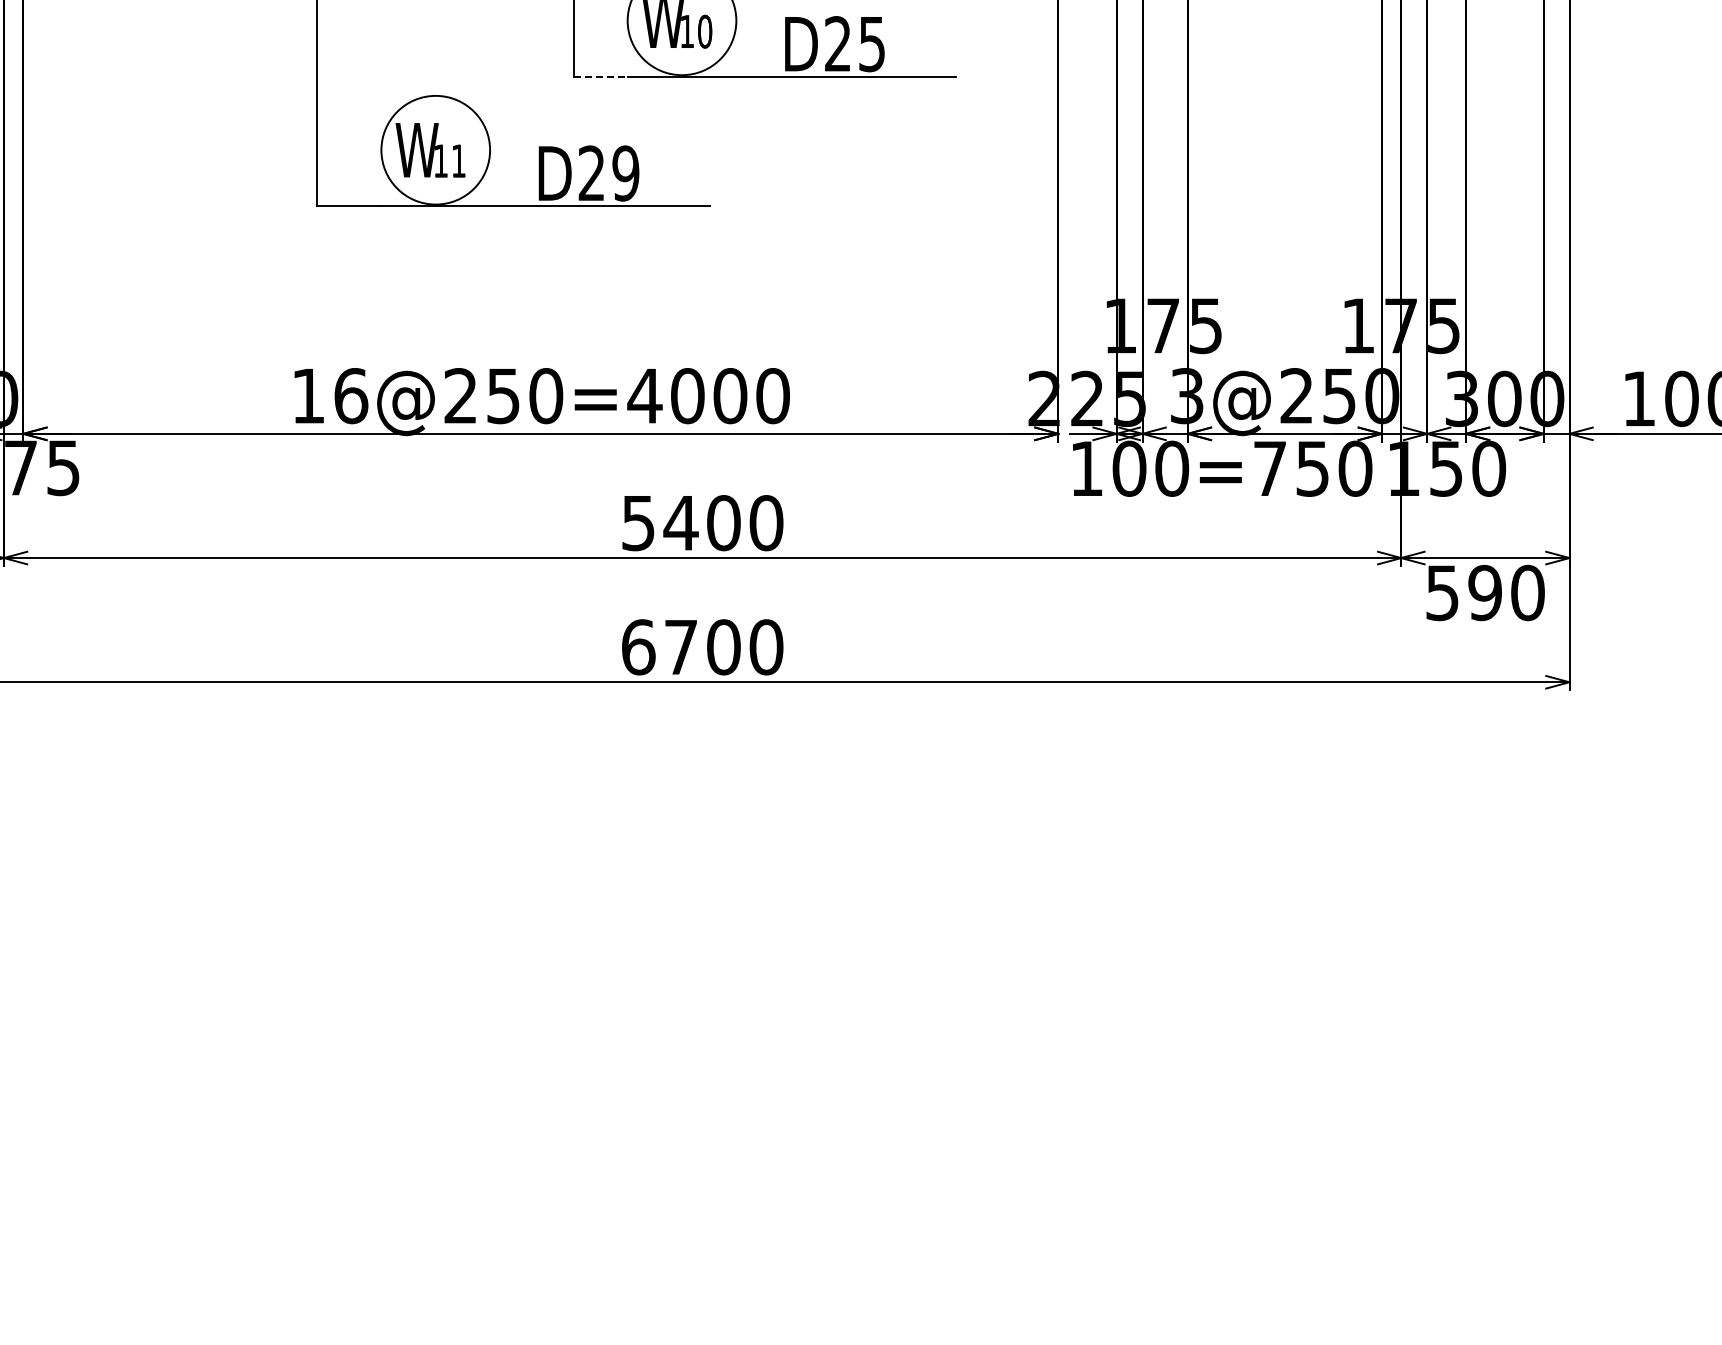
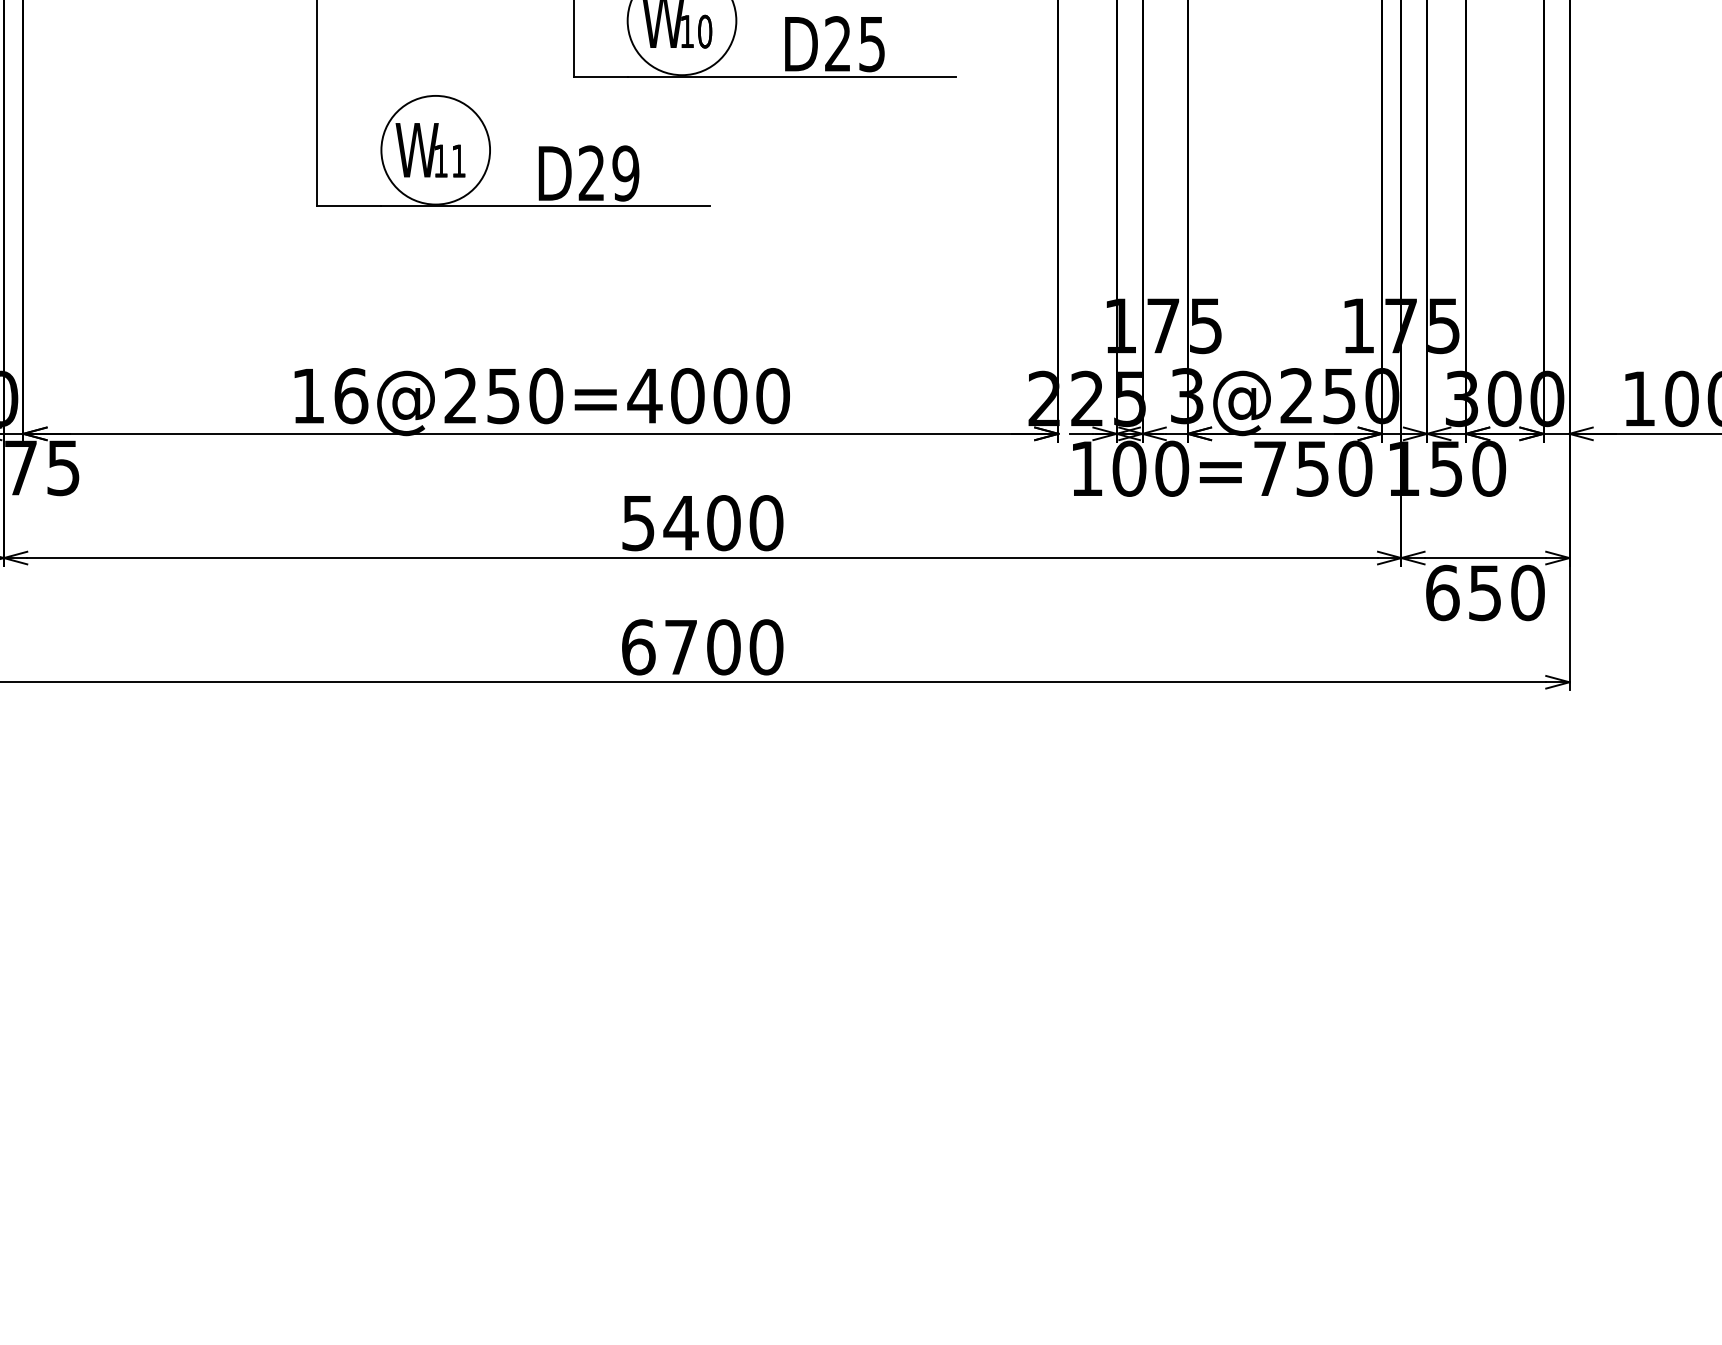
line at (600, 76): dashed -> solid
text at (1463, 592): 590 -> 650
